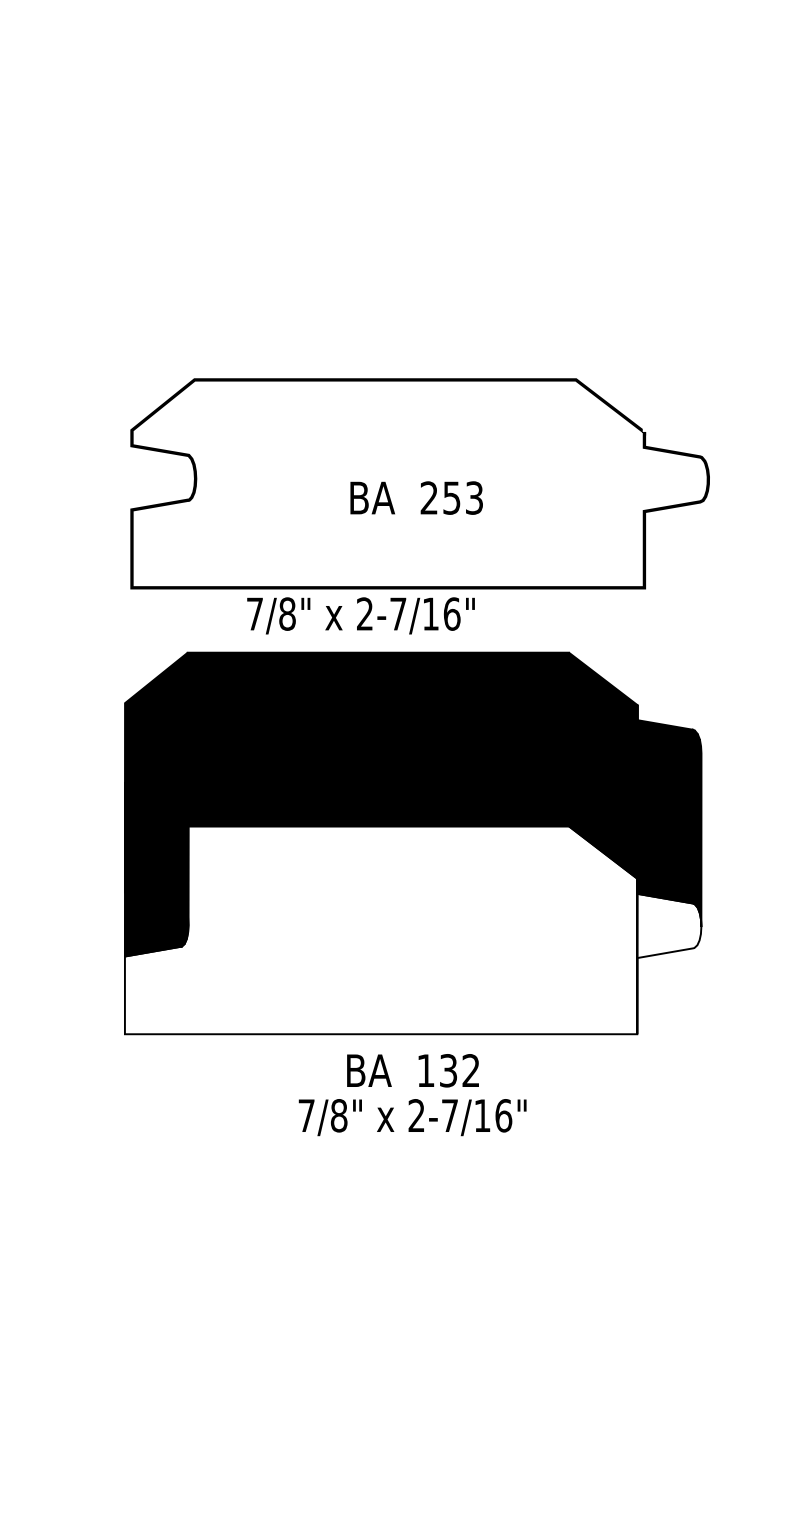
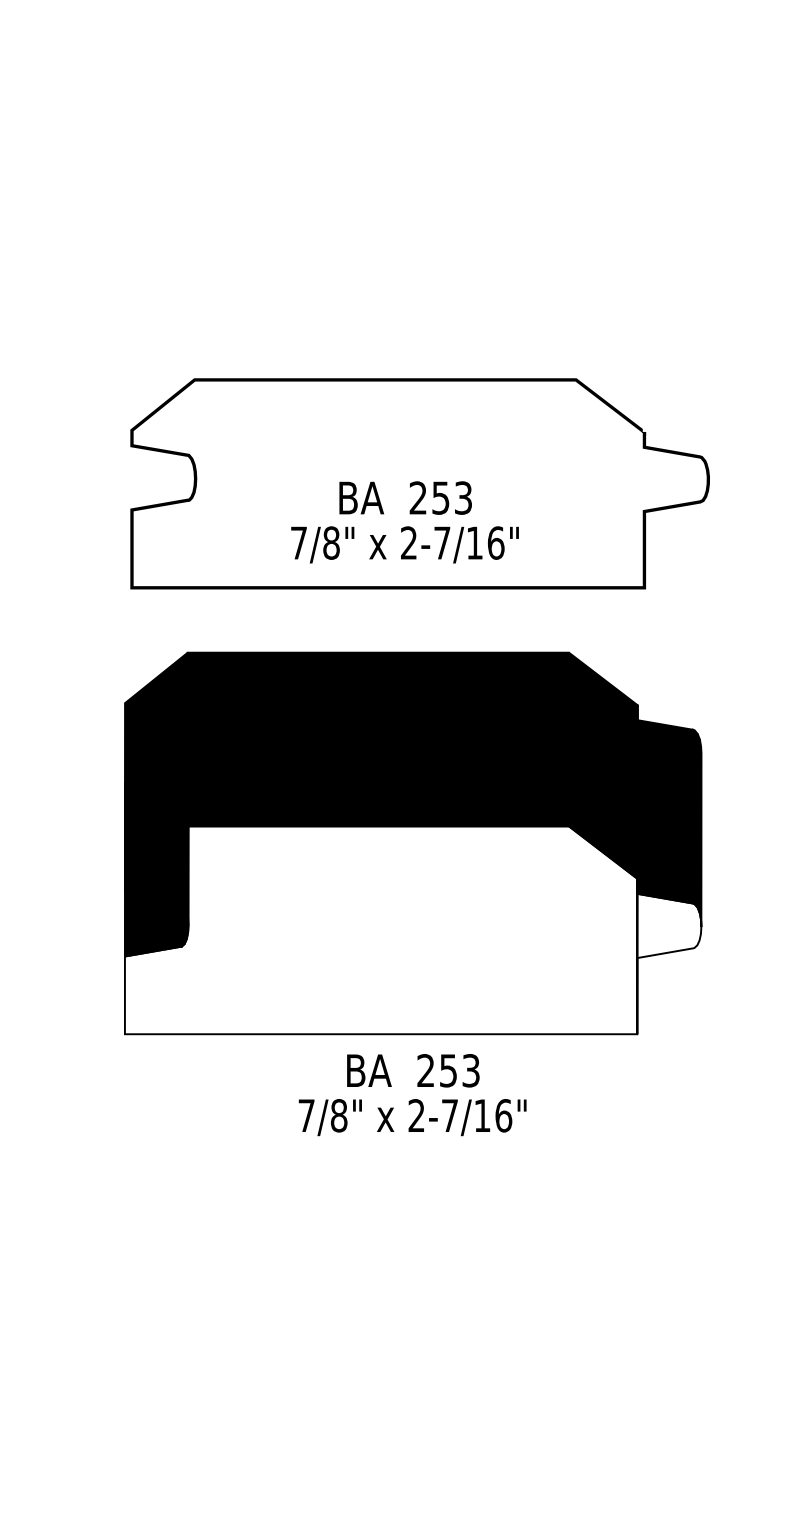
text at (416, 497) position: (416, 497) -> (405, 497)
text at (360, 615) position: (360, 615) -> (404, 544)
text at (448, 1070): 132 -> 253
